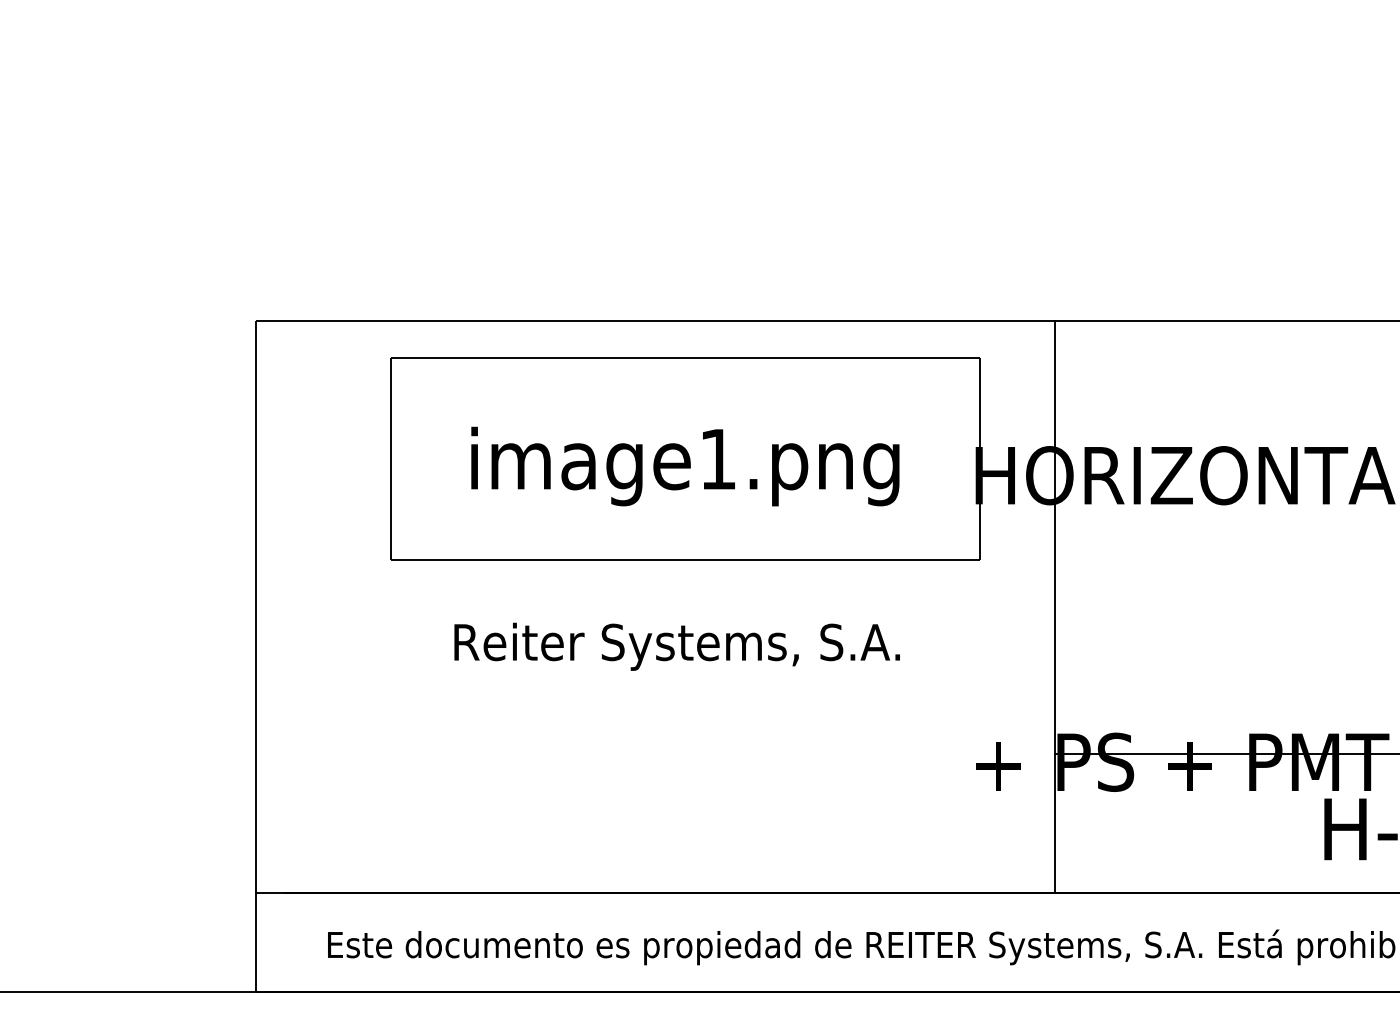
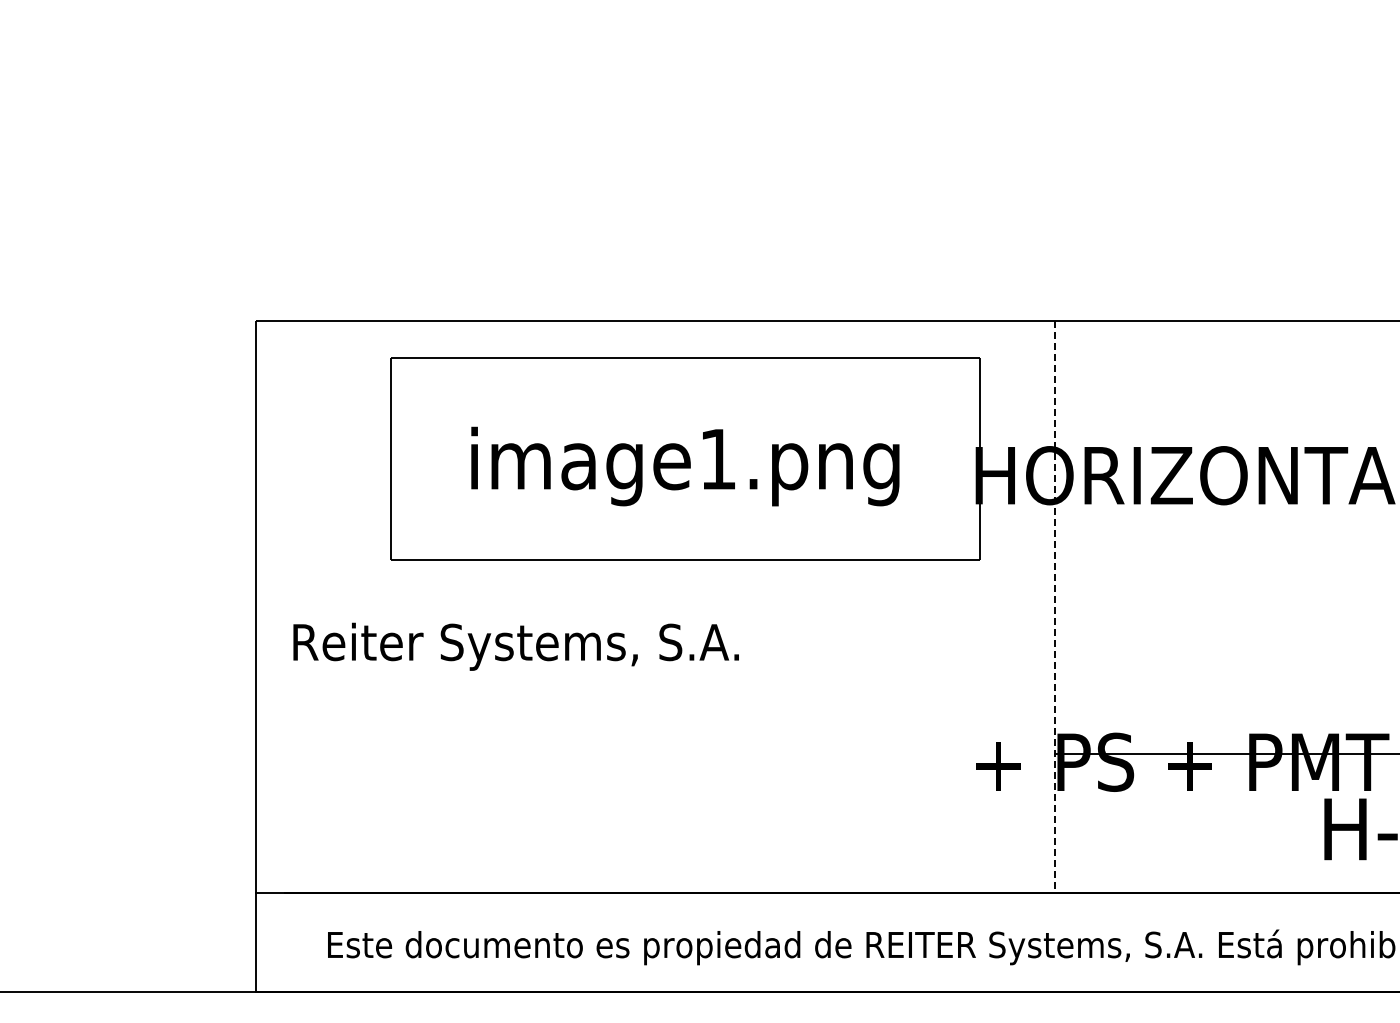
line at (1054, 607): solid -> dashed
text at (676, 646) position: (676, 646) -> (515, 646)
